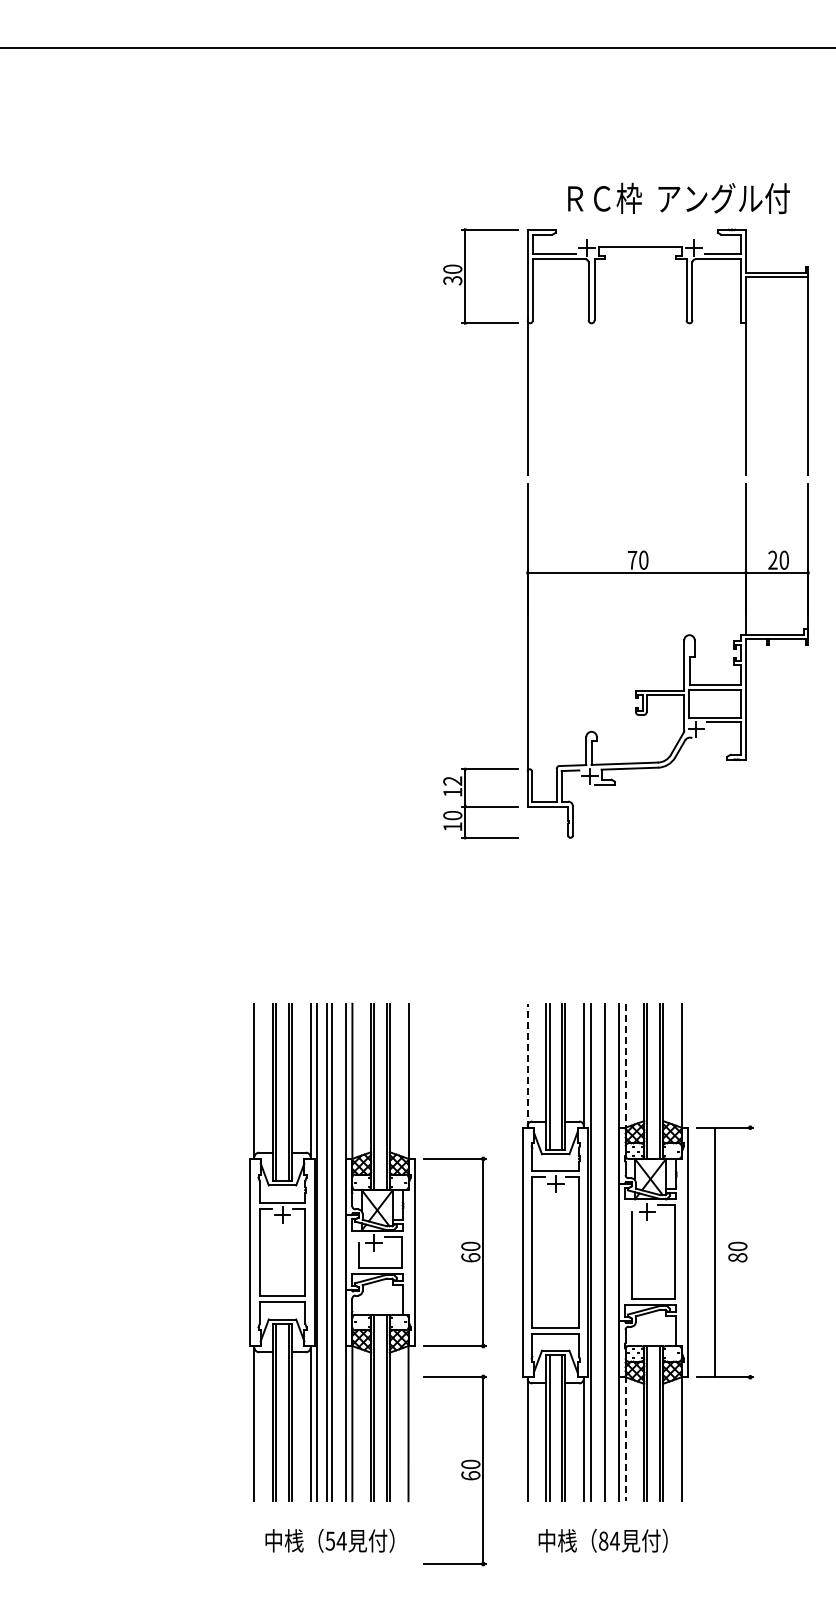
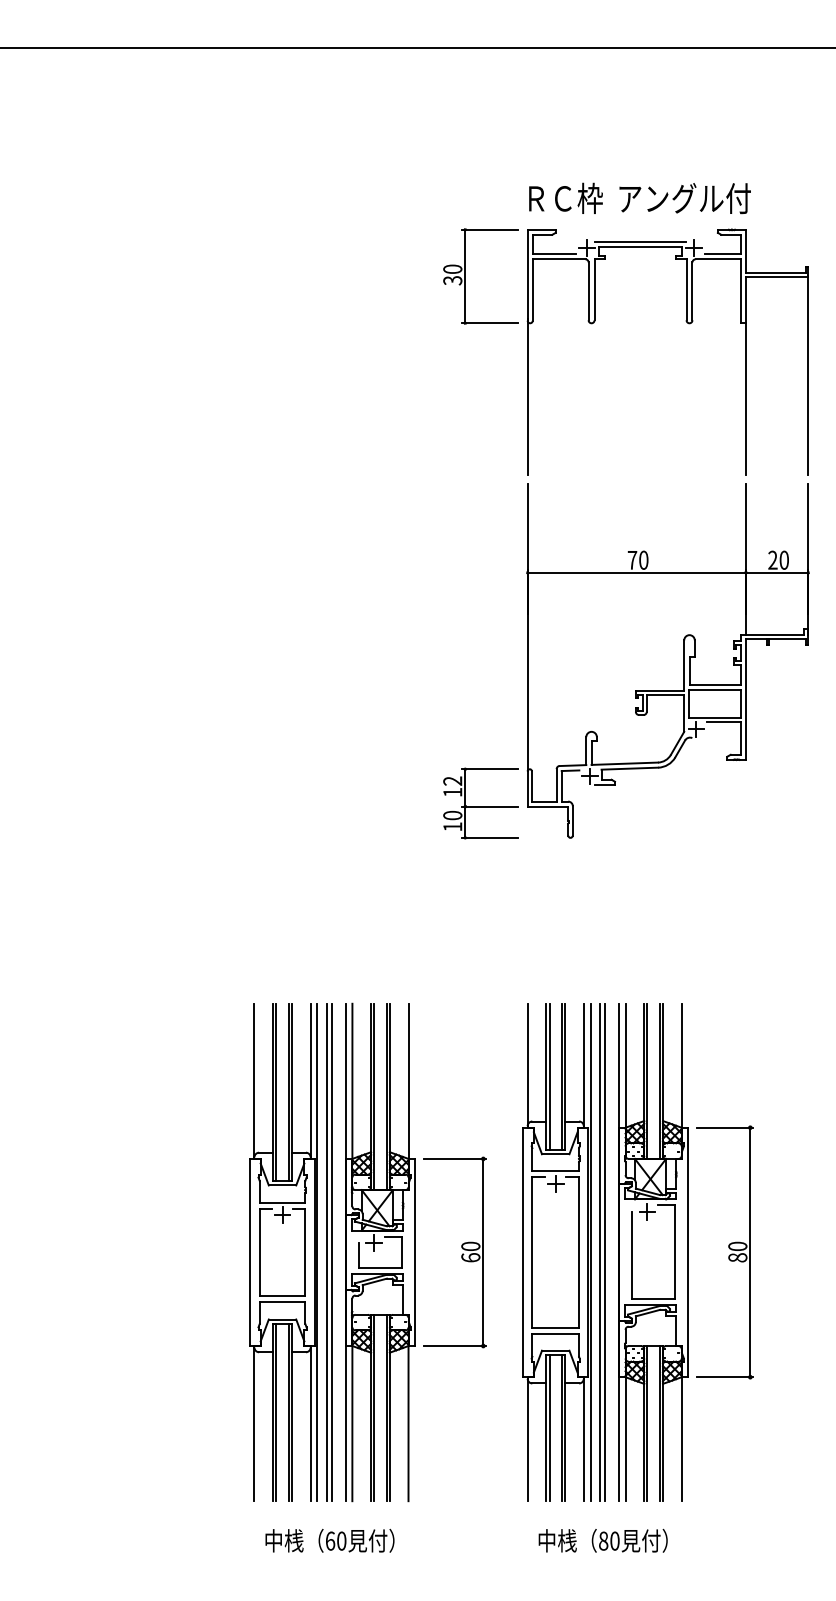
text at (678, 198) position: (678, 198) -> (639, 198)
line at (640, 241): none -> present
line at (527, 1065): dashed -> solid
line at (625, 1066): dashed -> solid
line at (600, 1252): none -> present
line at (715, 1252) position: (715, 1252) -> (750, 1252)
line at (625, 1438): dashed -> solid
part at (461, 1473): present -> none
text at (335, 1540): 54 -> 60
text at (614, 1540): 84 -> 80
